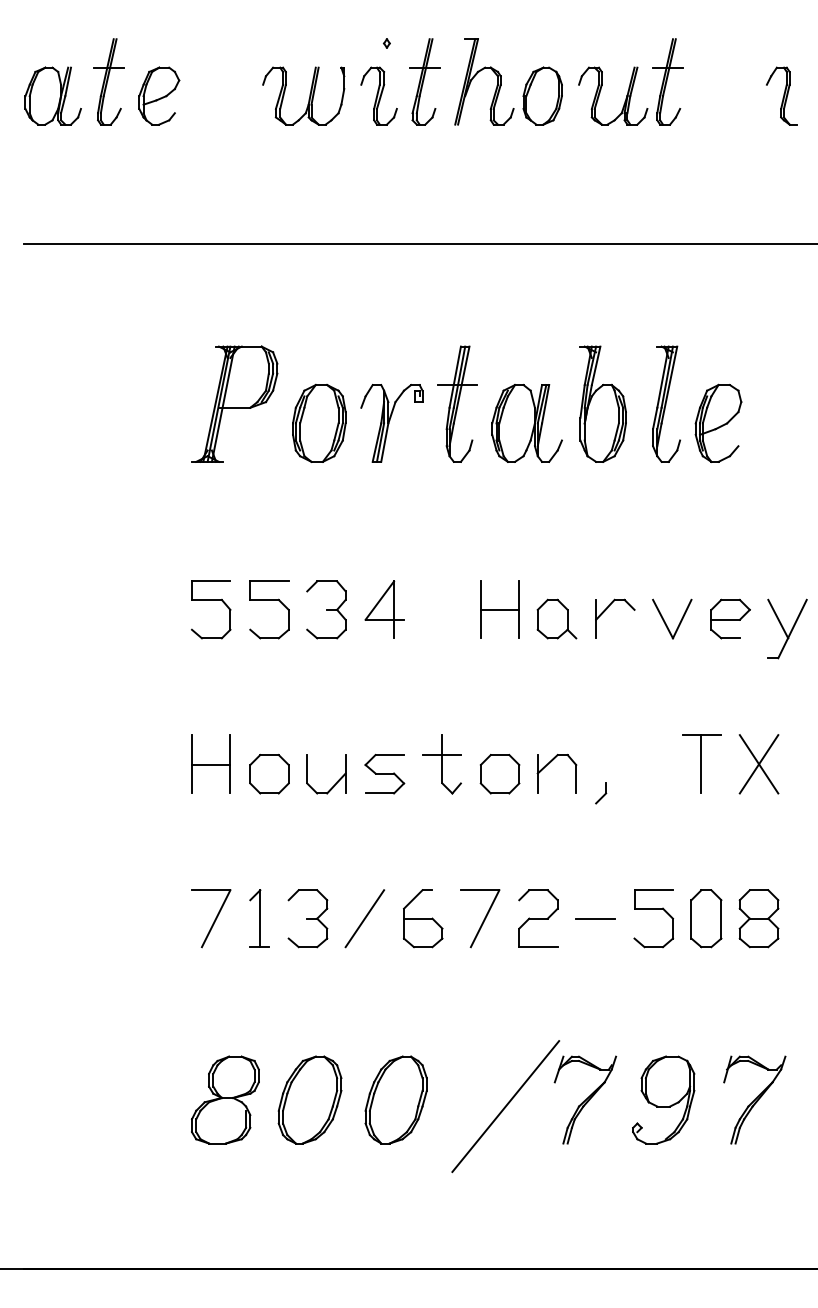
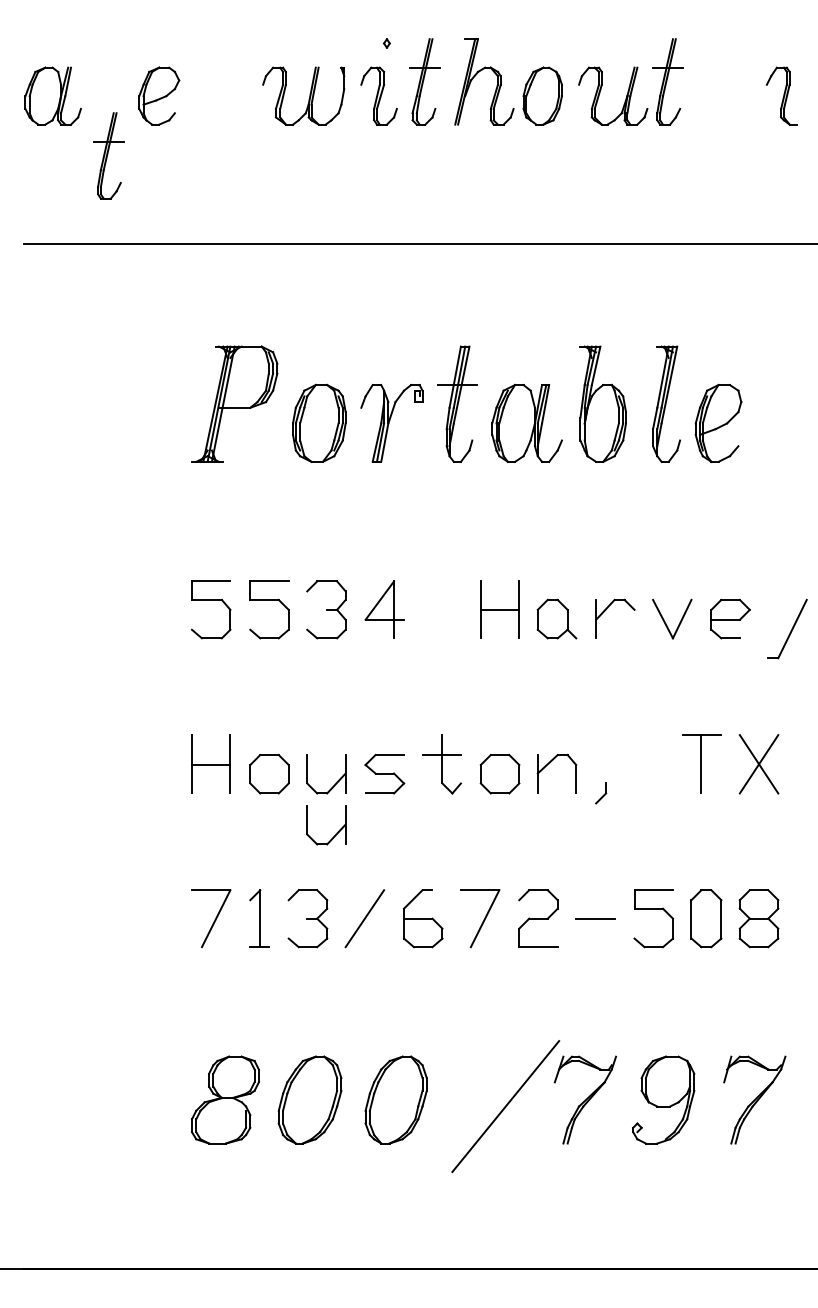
part at (108, 81) position: (108, 81) -> (108, 155)
line at (778, 618): present -> none
part at (336, 832): none -> present
